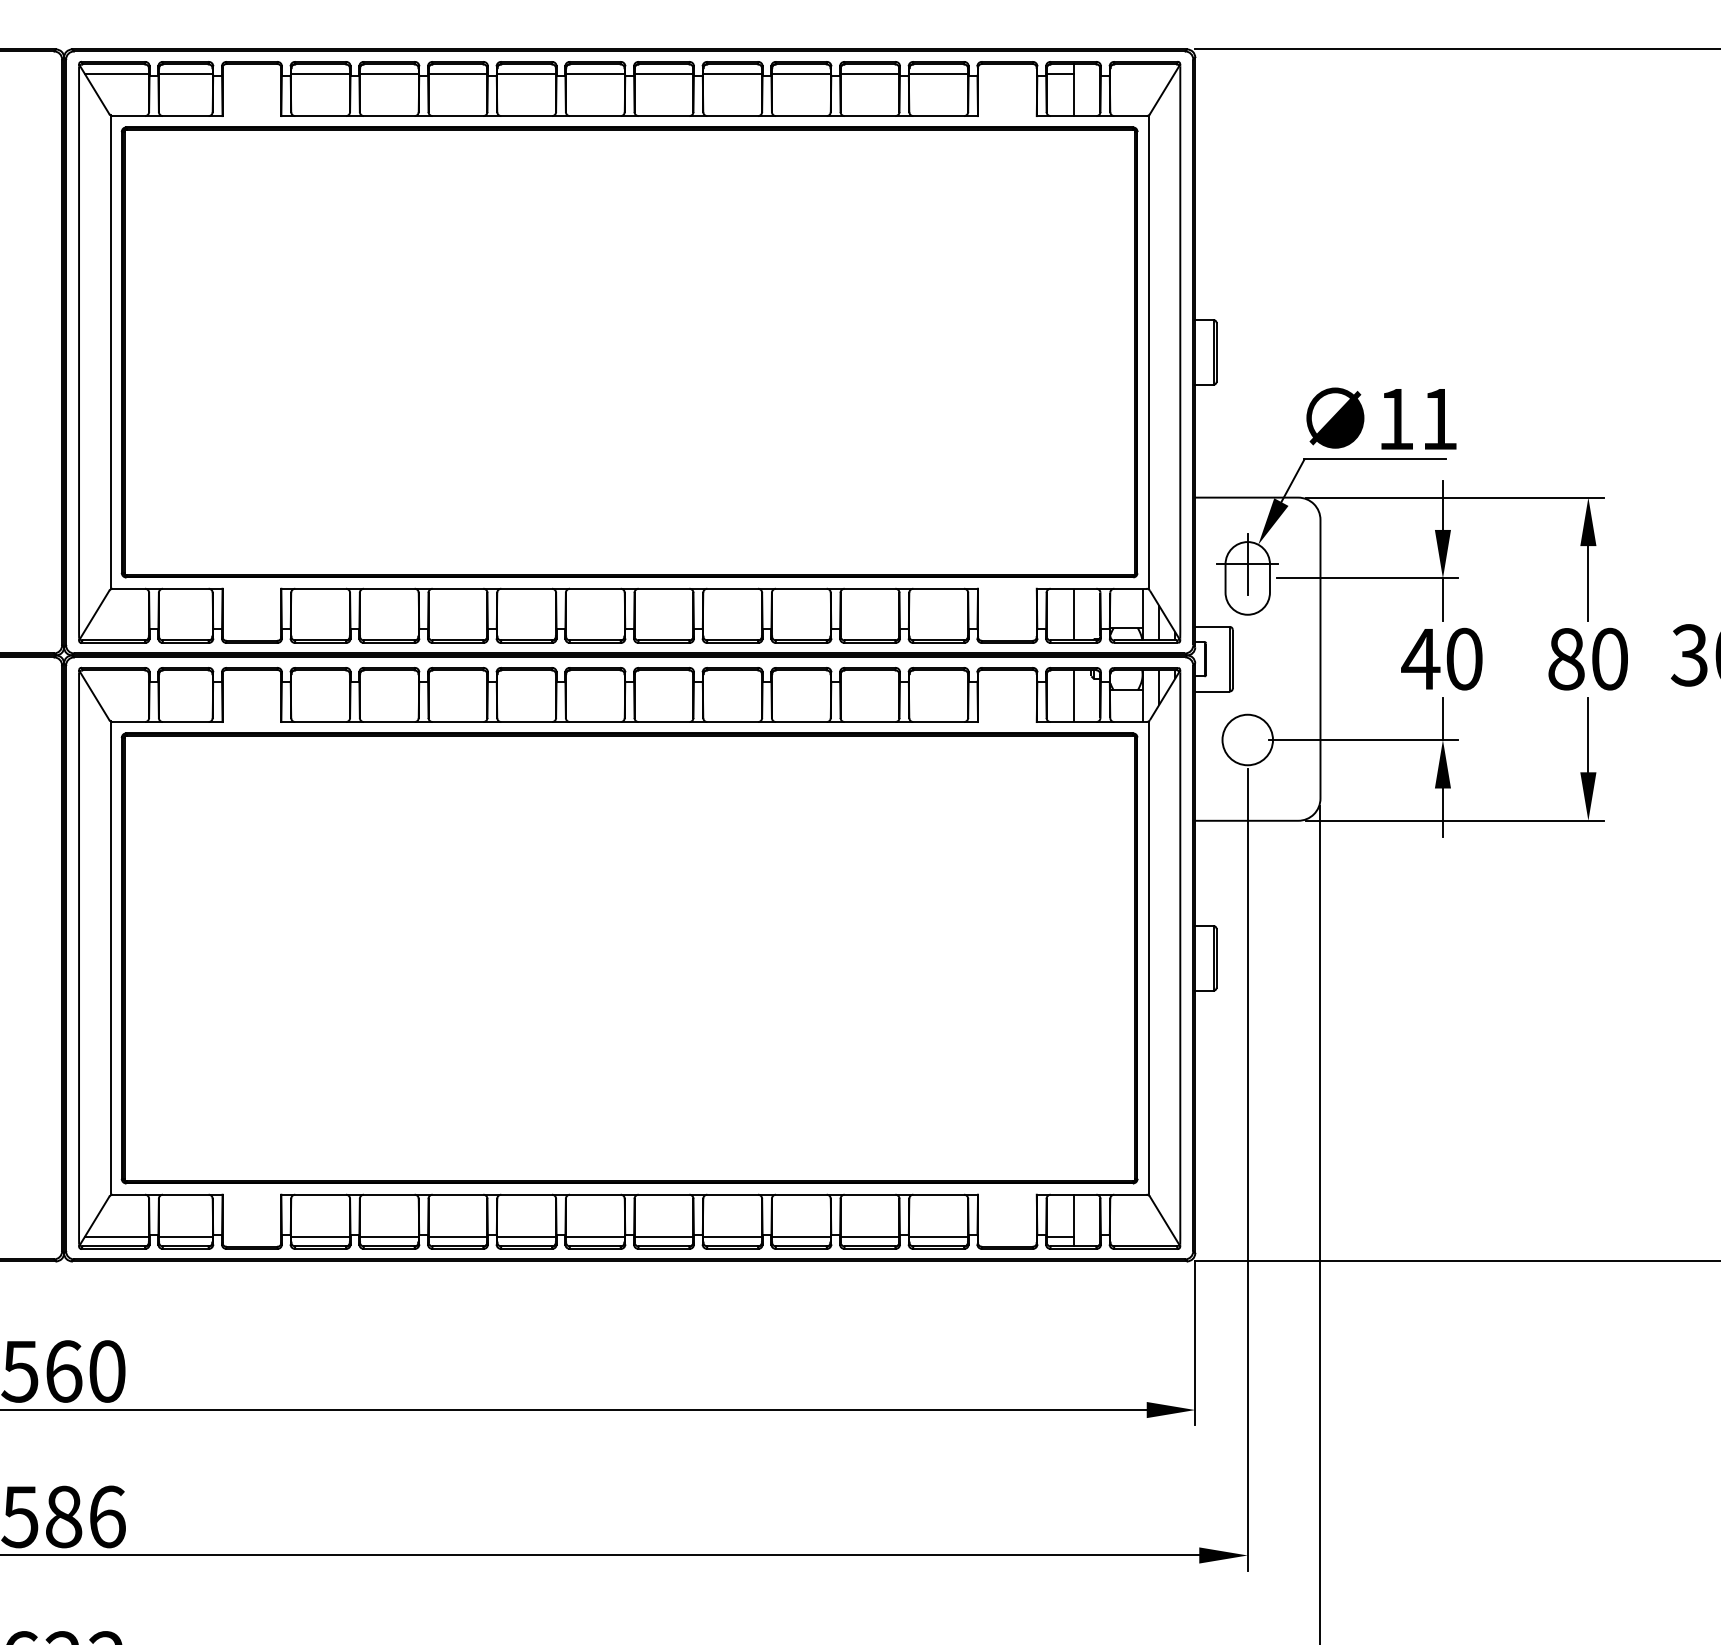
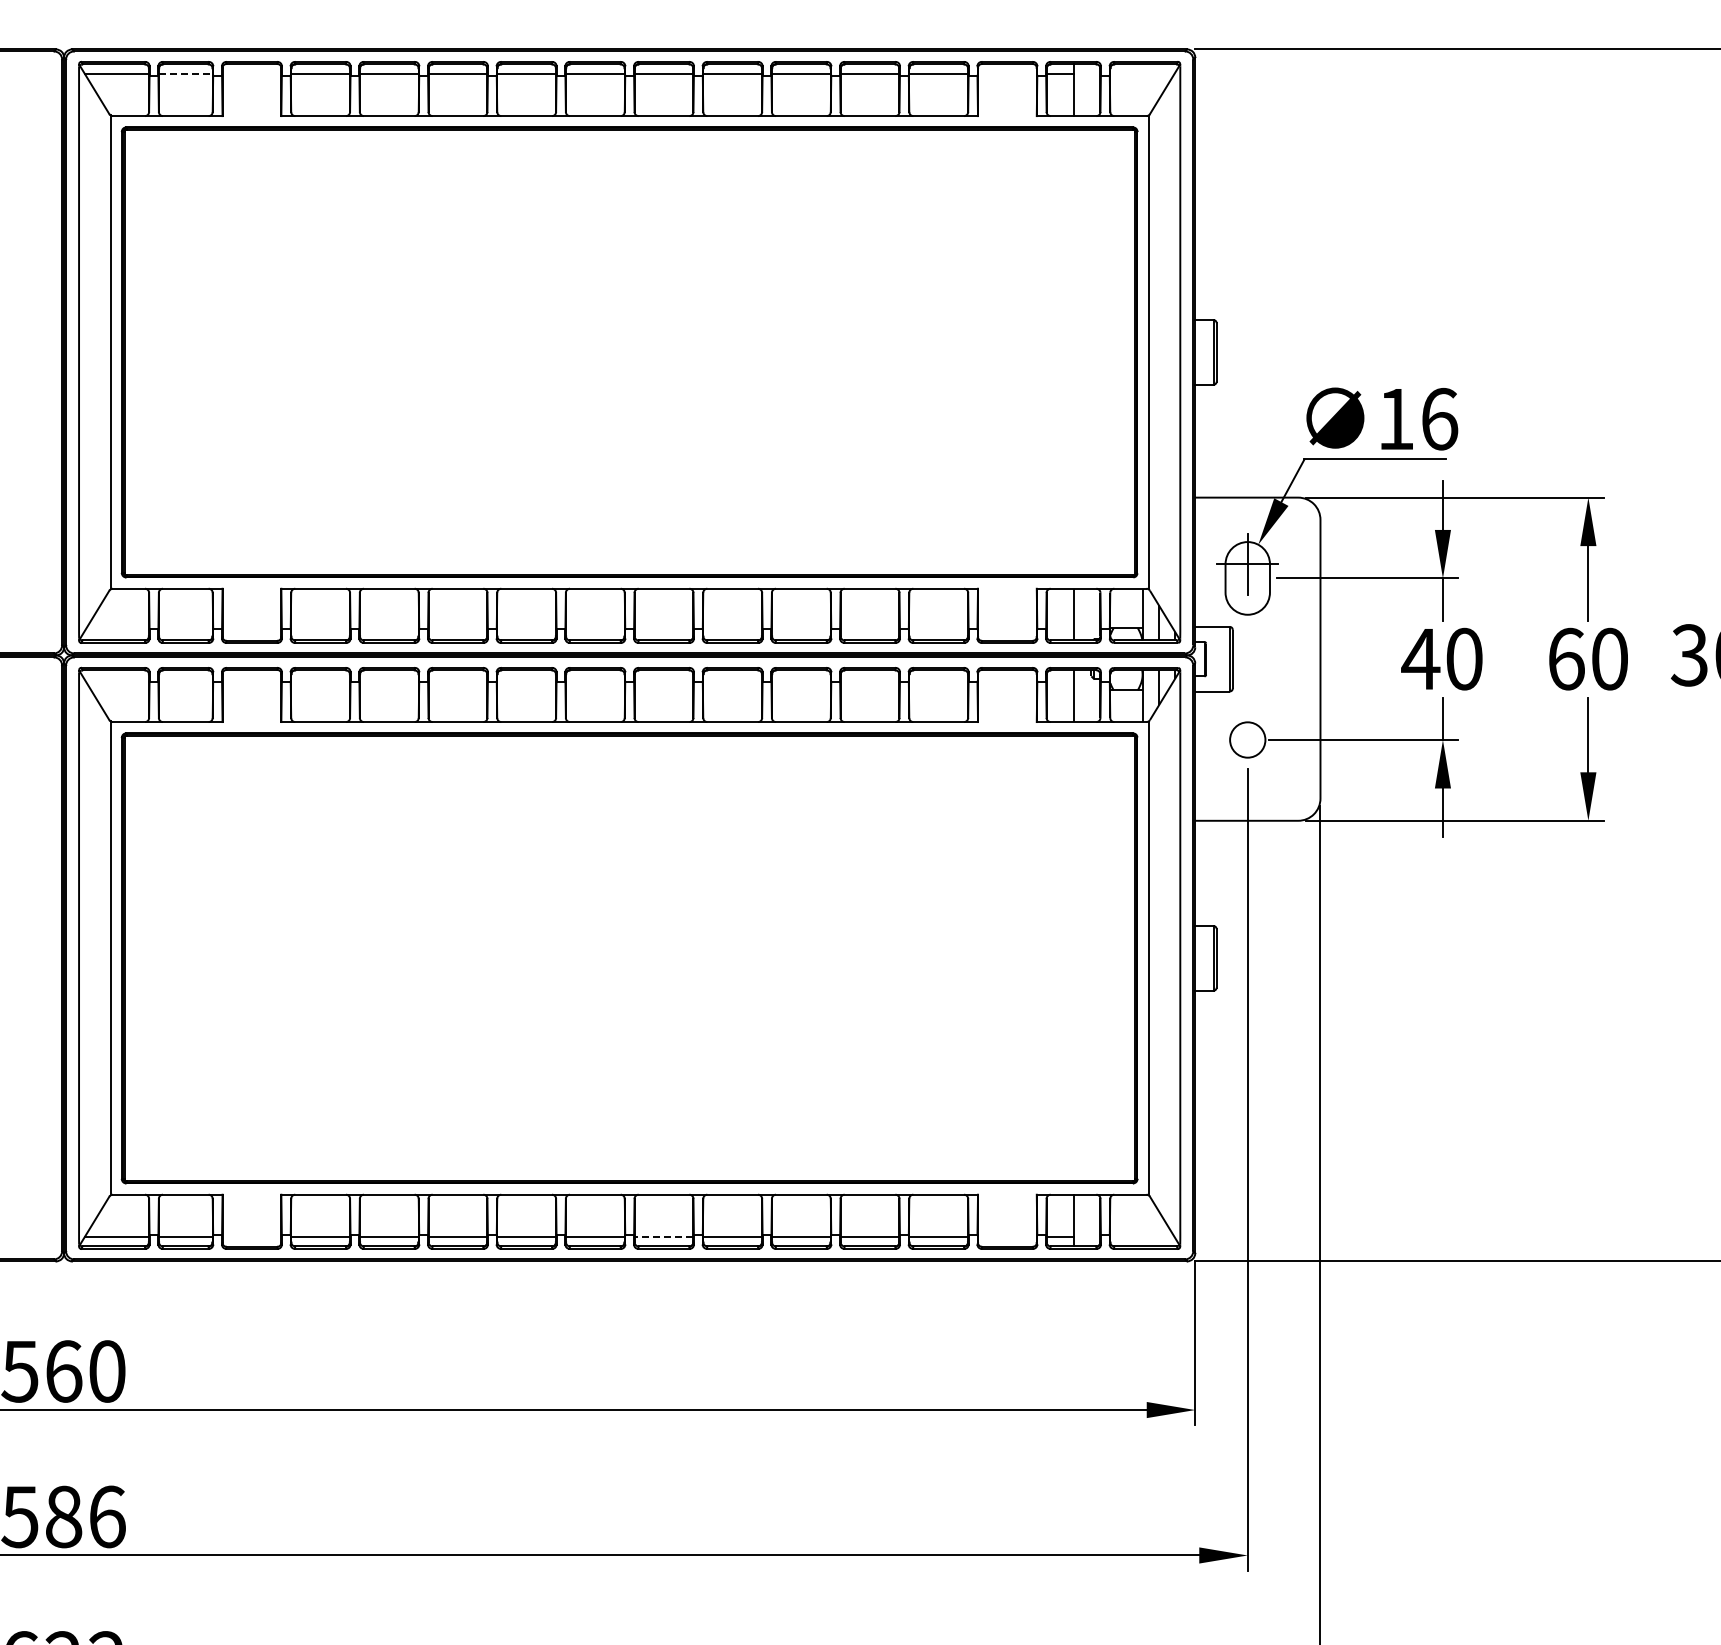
line at (185, 73): solid -> dashed
text at (1440, 418): 11 -> 16
text at (1566, 658): 80 -> 60
circle at (1247, 739) diameter: 50 px -> 35 px
line at (663, 1237): solid -> dashed
